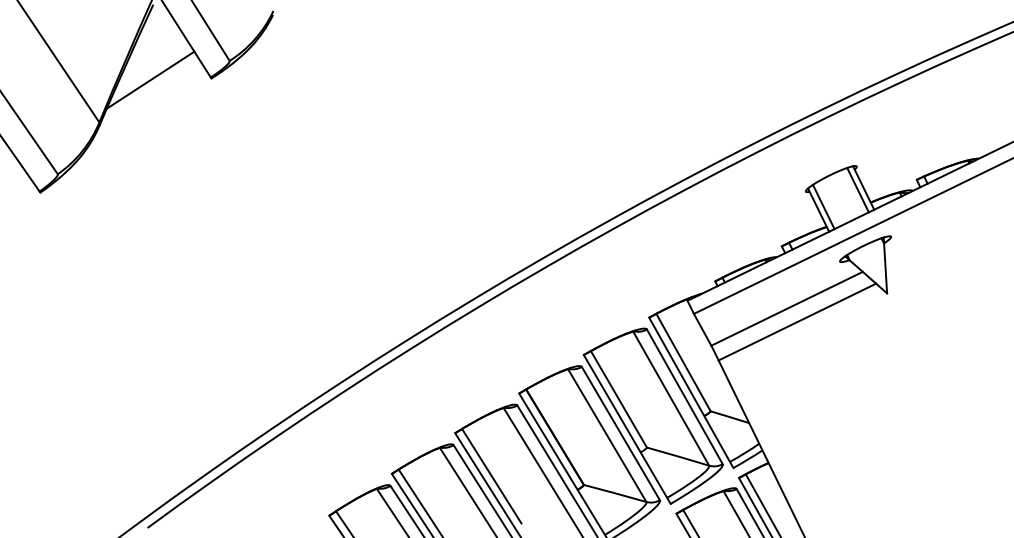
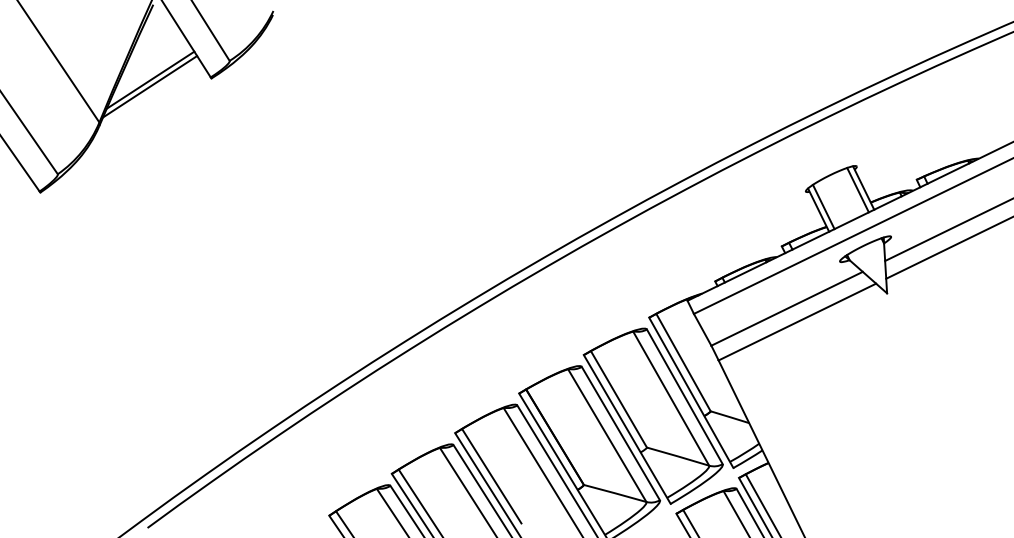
line at (150, 86): none -> present
line at (947, 230): none -> present
line at (948, 248): none -> present
